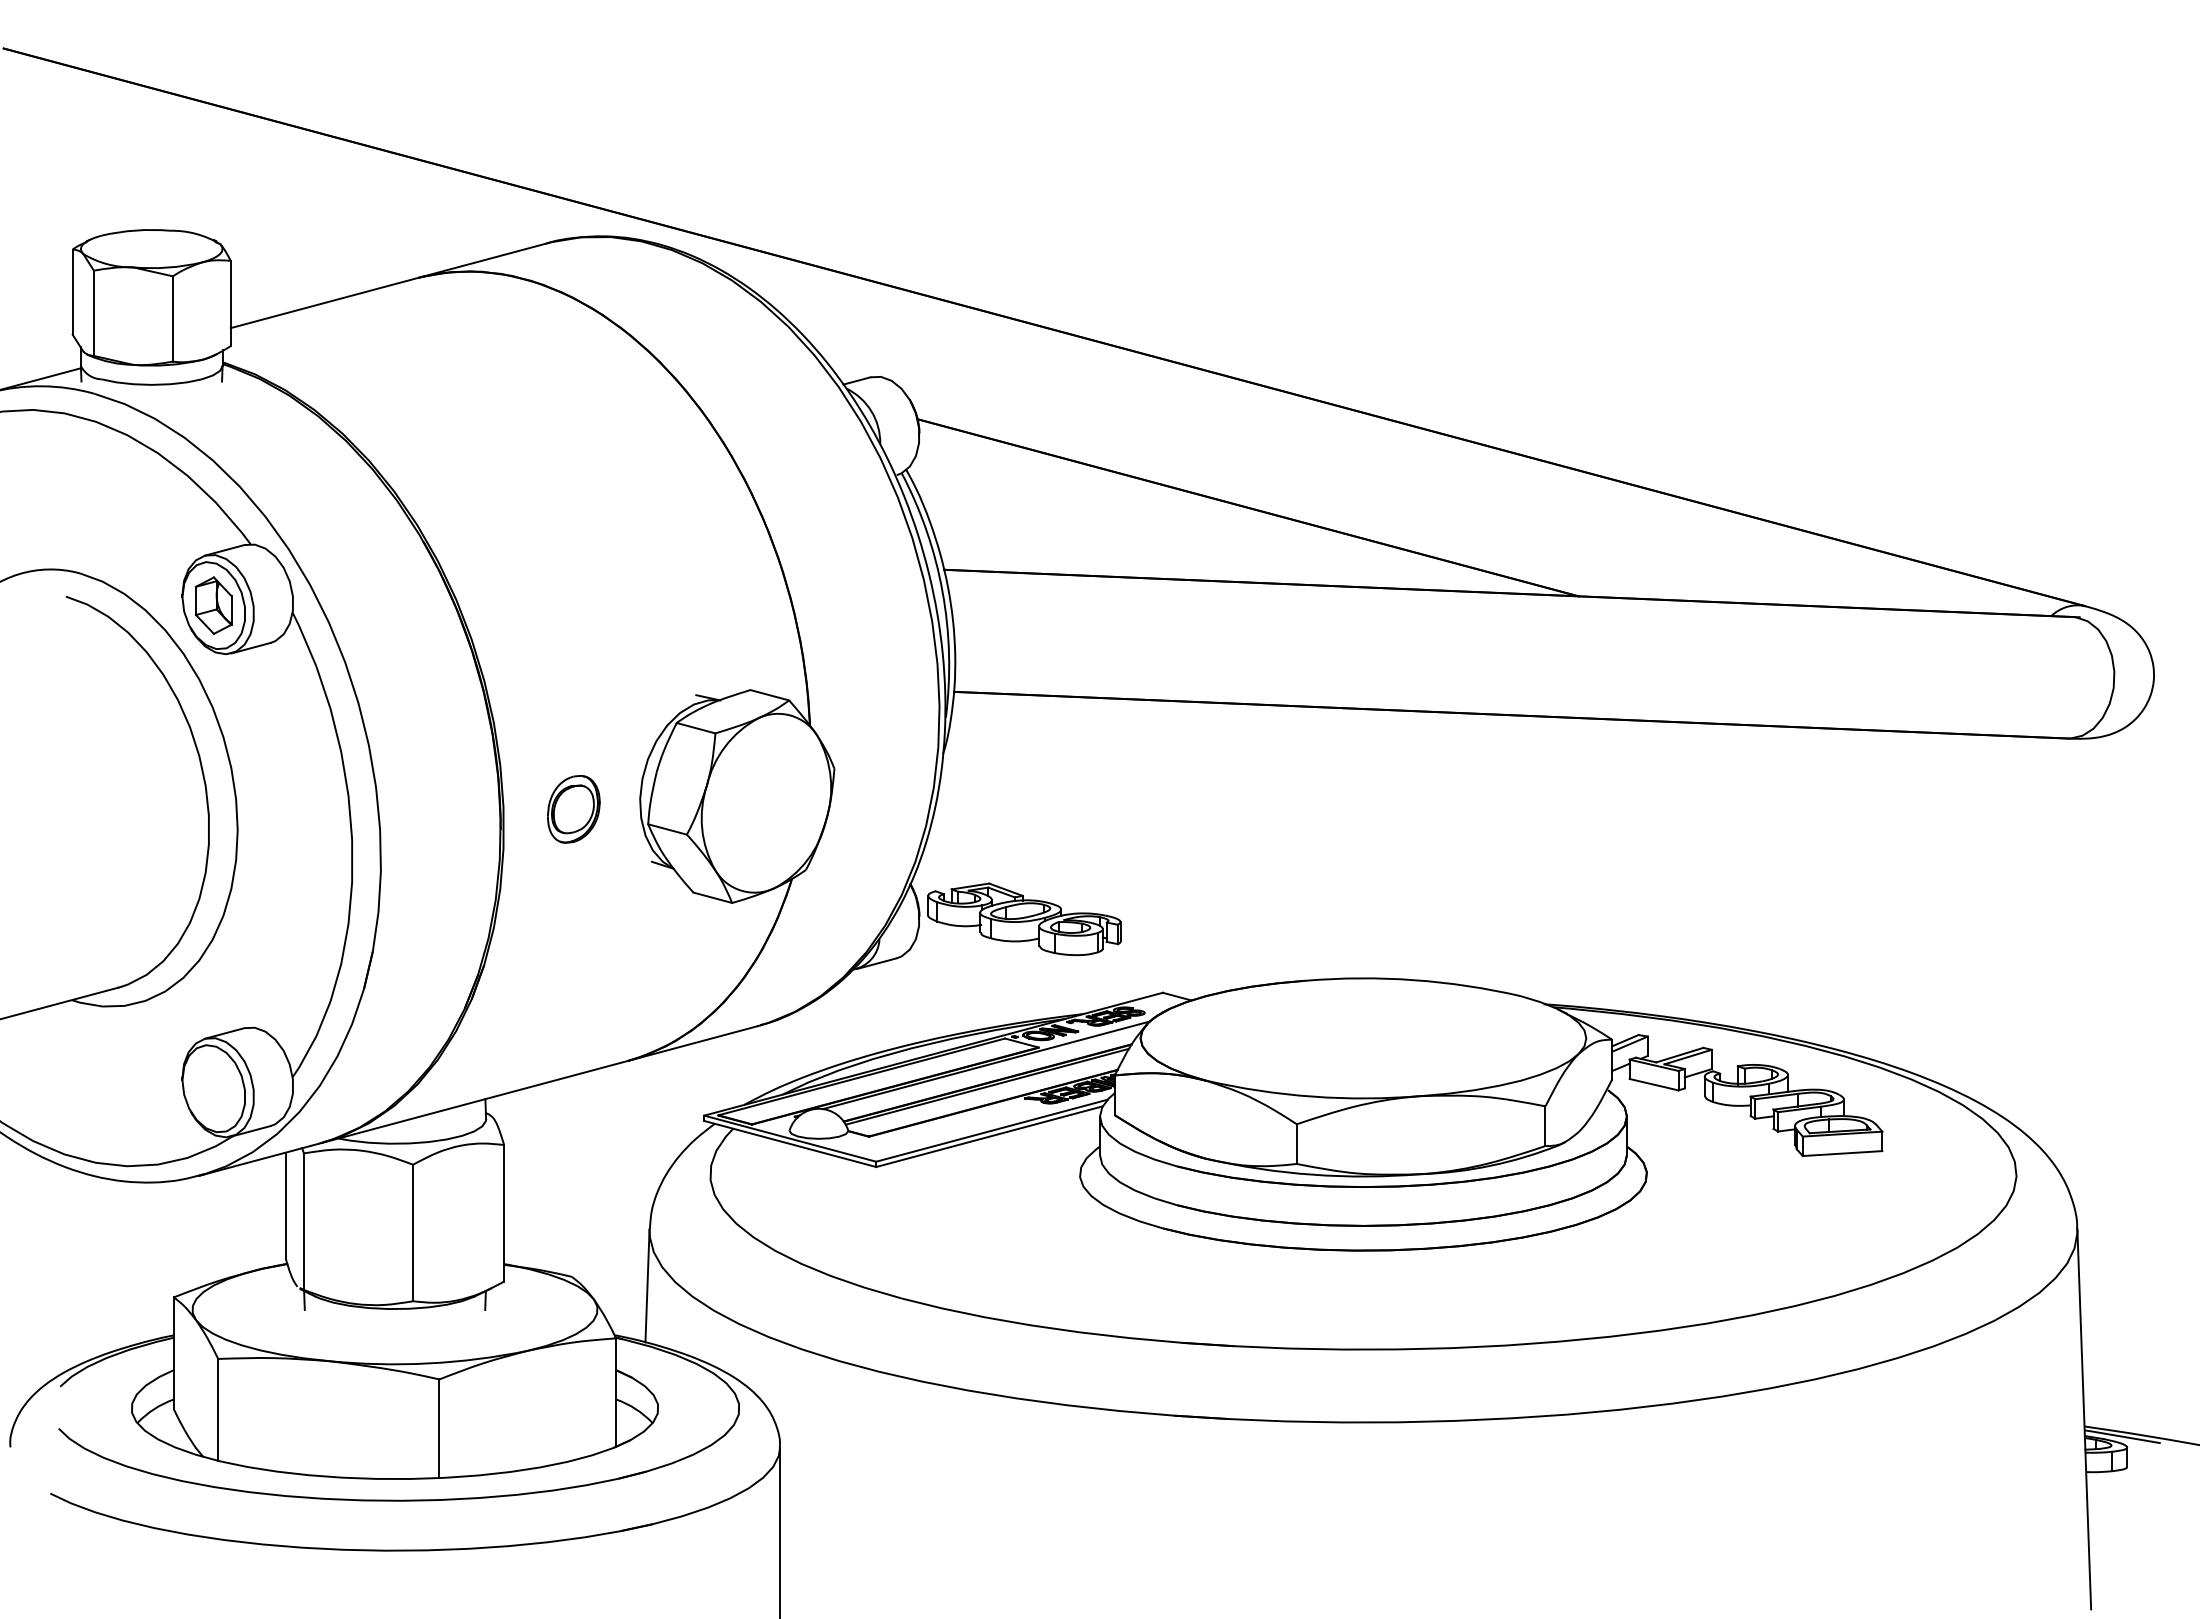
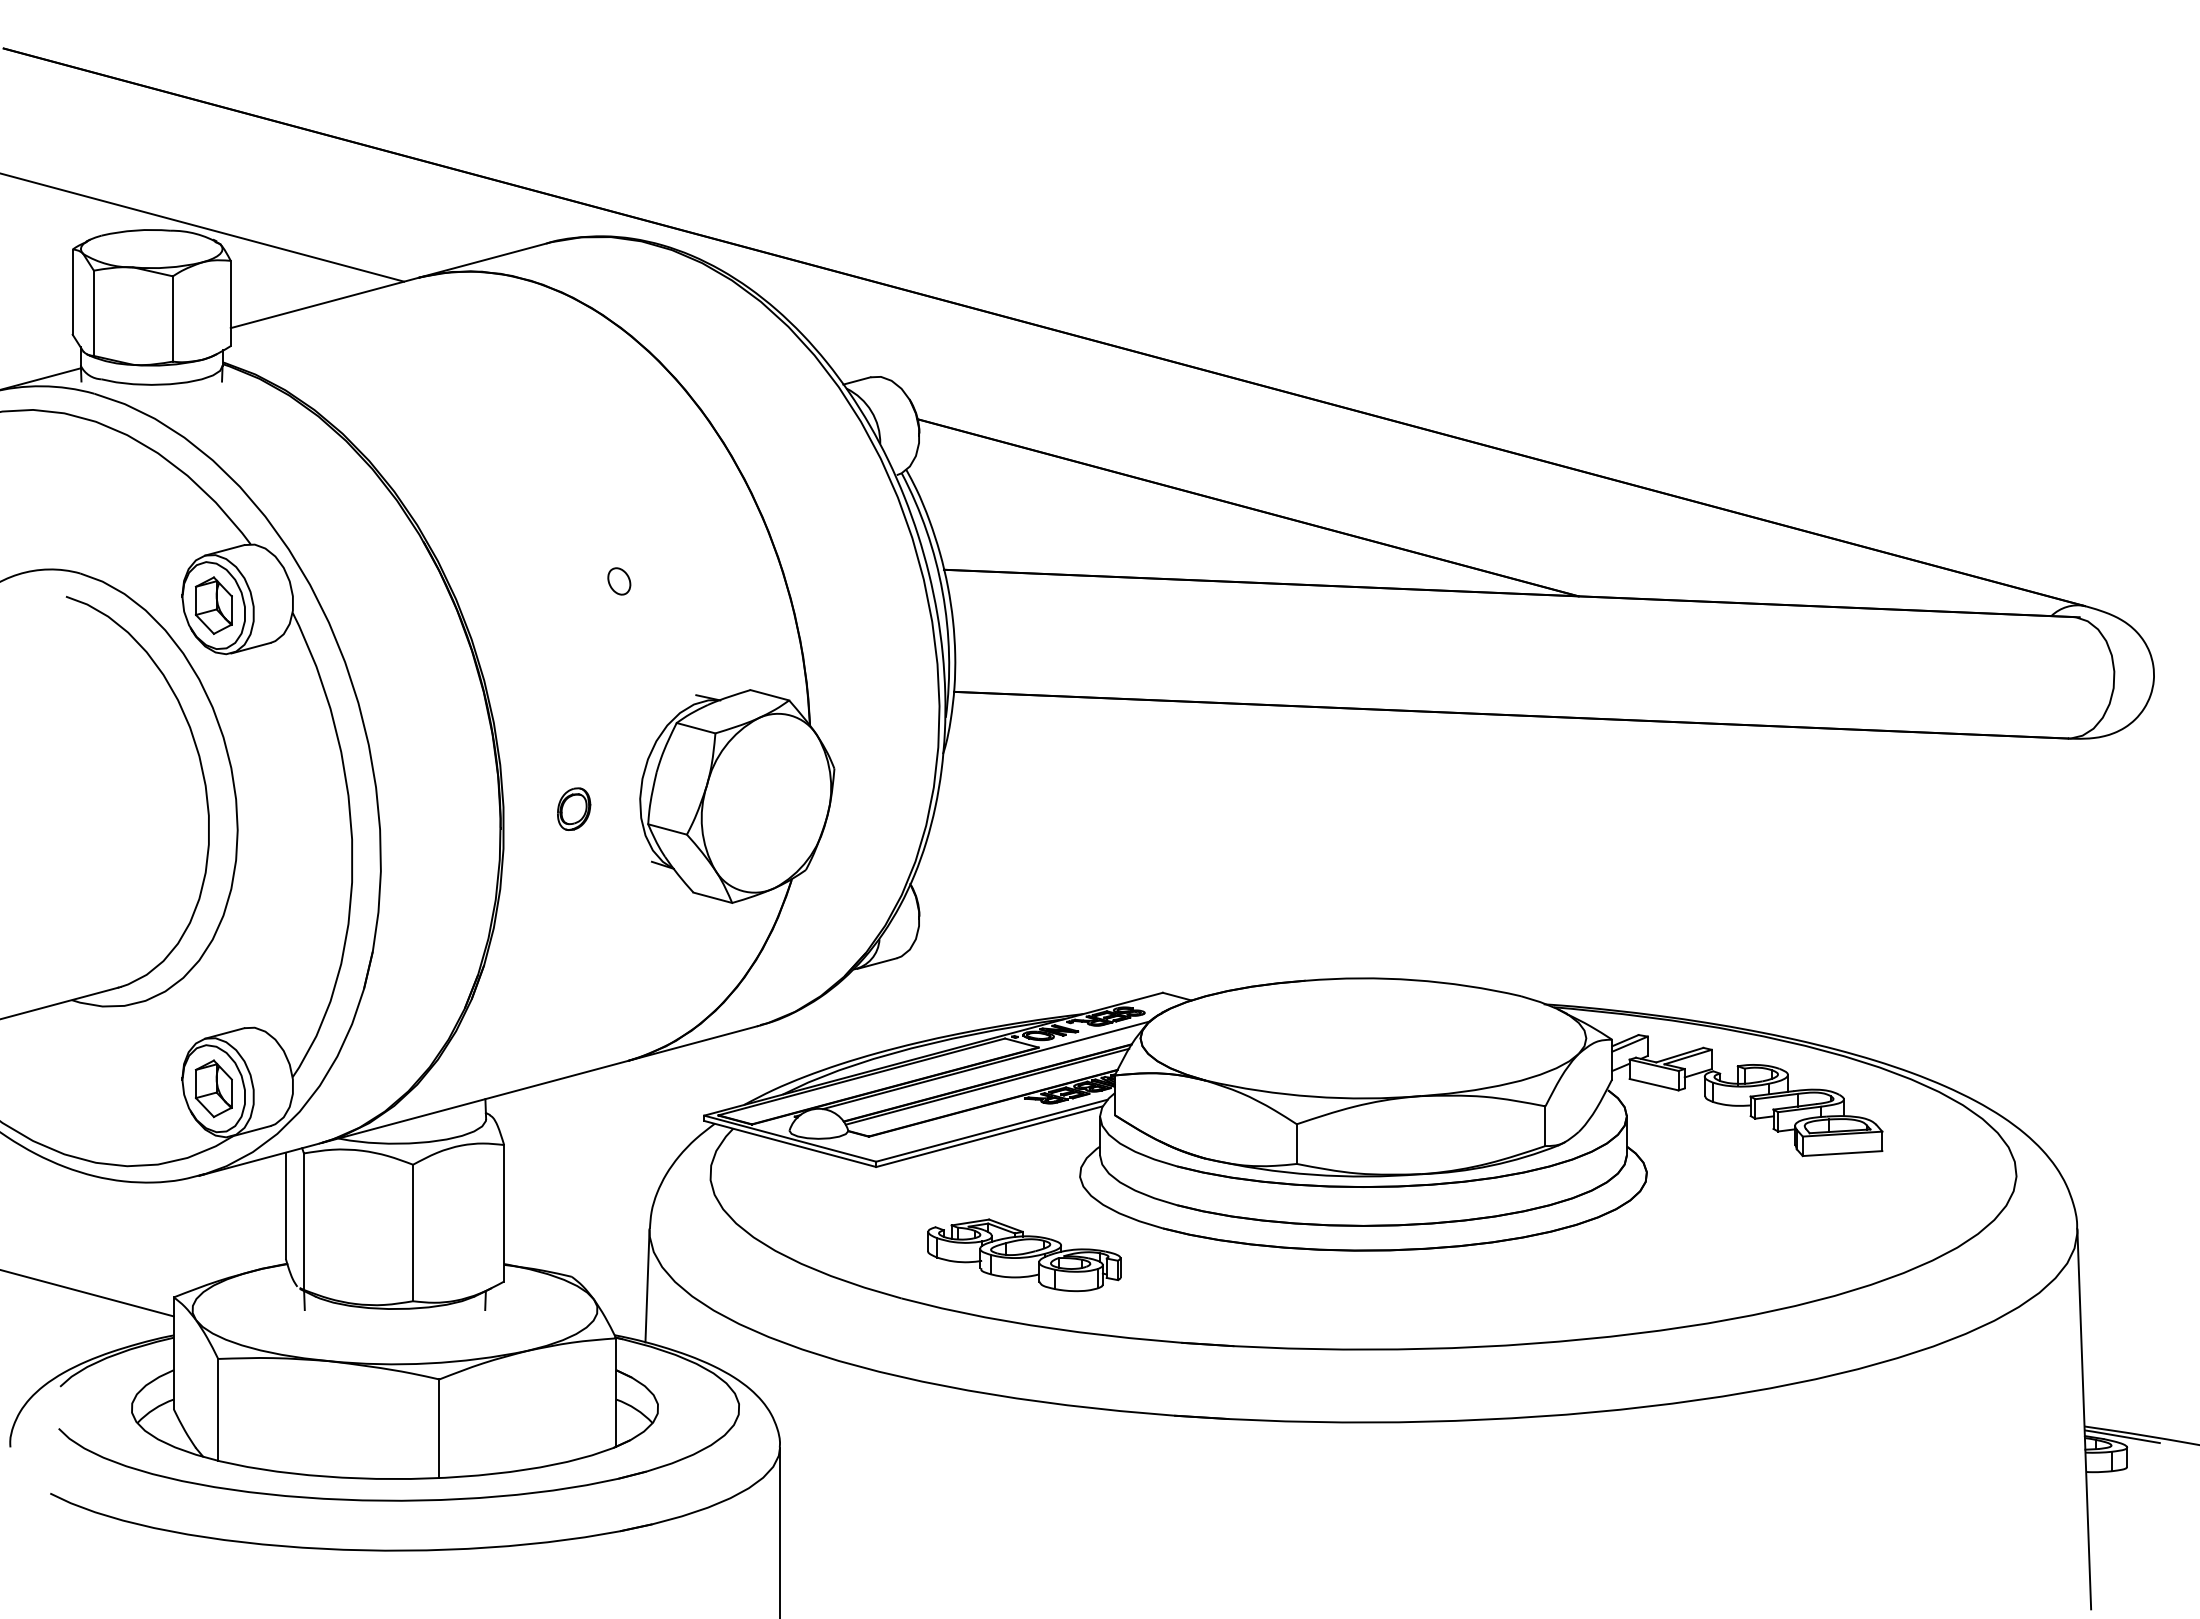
line at (203, 227): none -> present
part at (619, 581): none -> present
part at (573, 809) size: 54x69 px -> 35x44 px
part at (1024, 919) position: (1024, 919) -> (1024, 1255)
part at (213, 1088): none -> present
line at (87, 1293): none -> present
